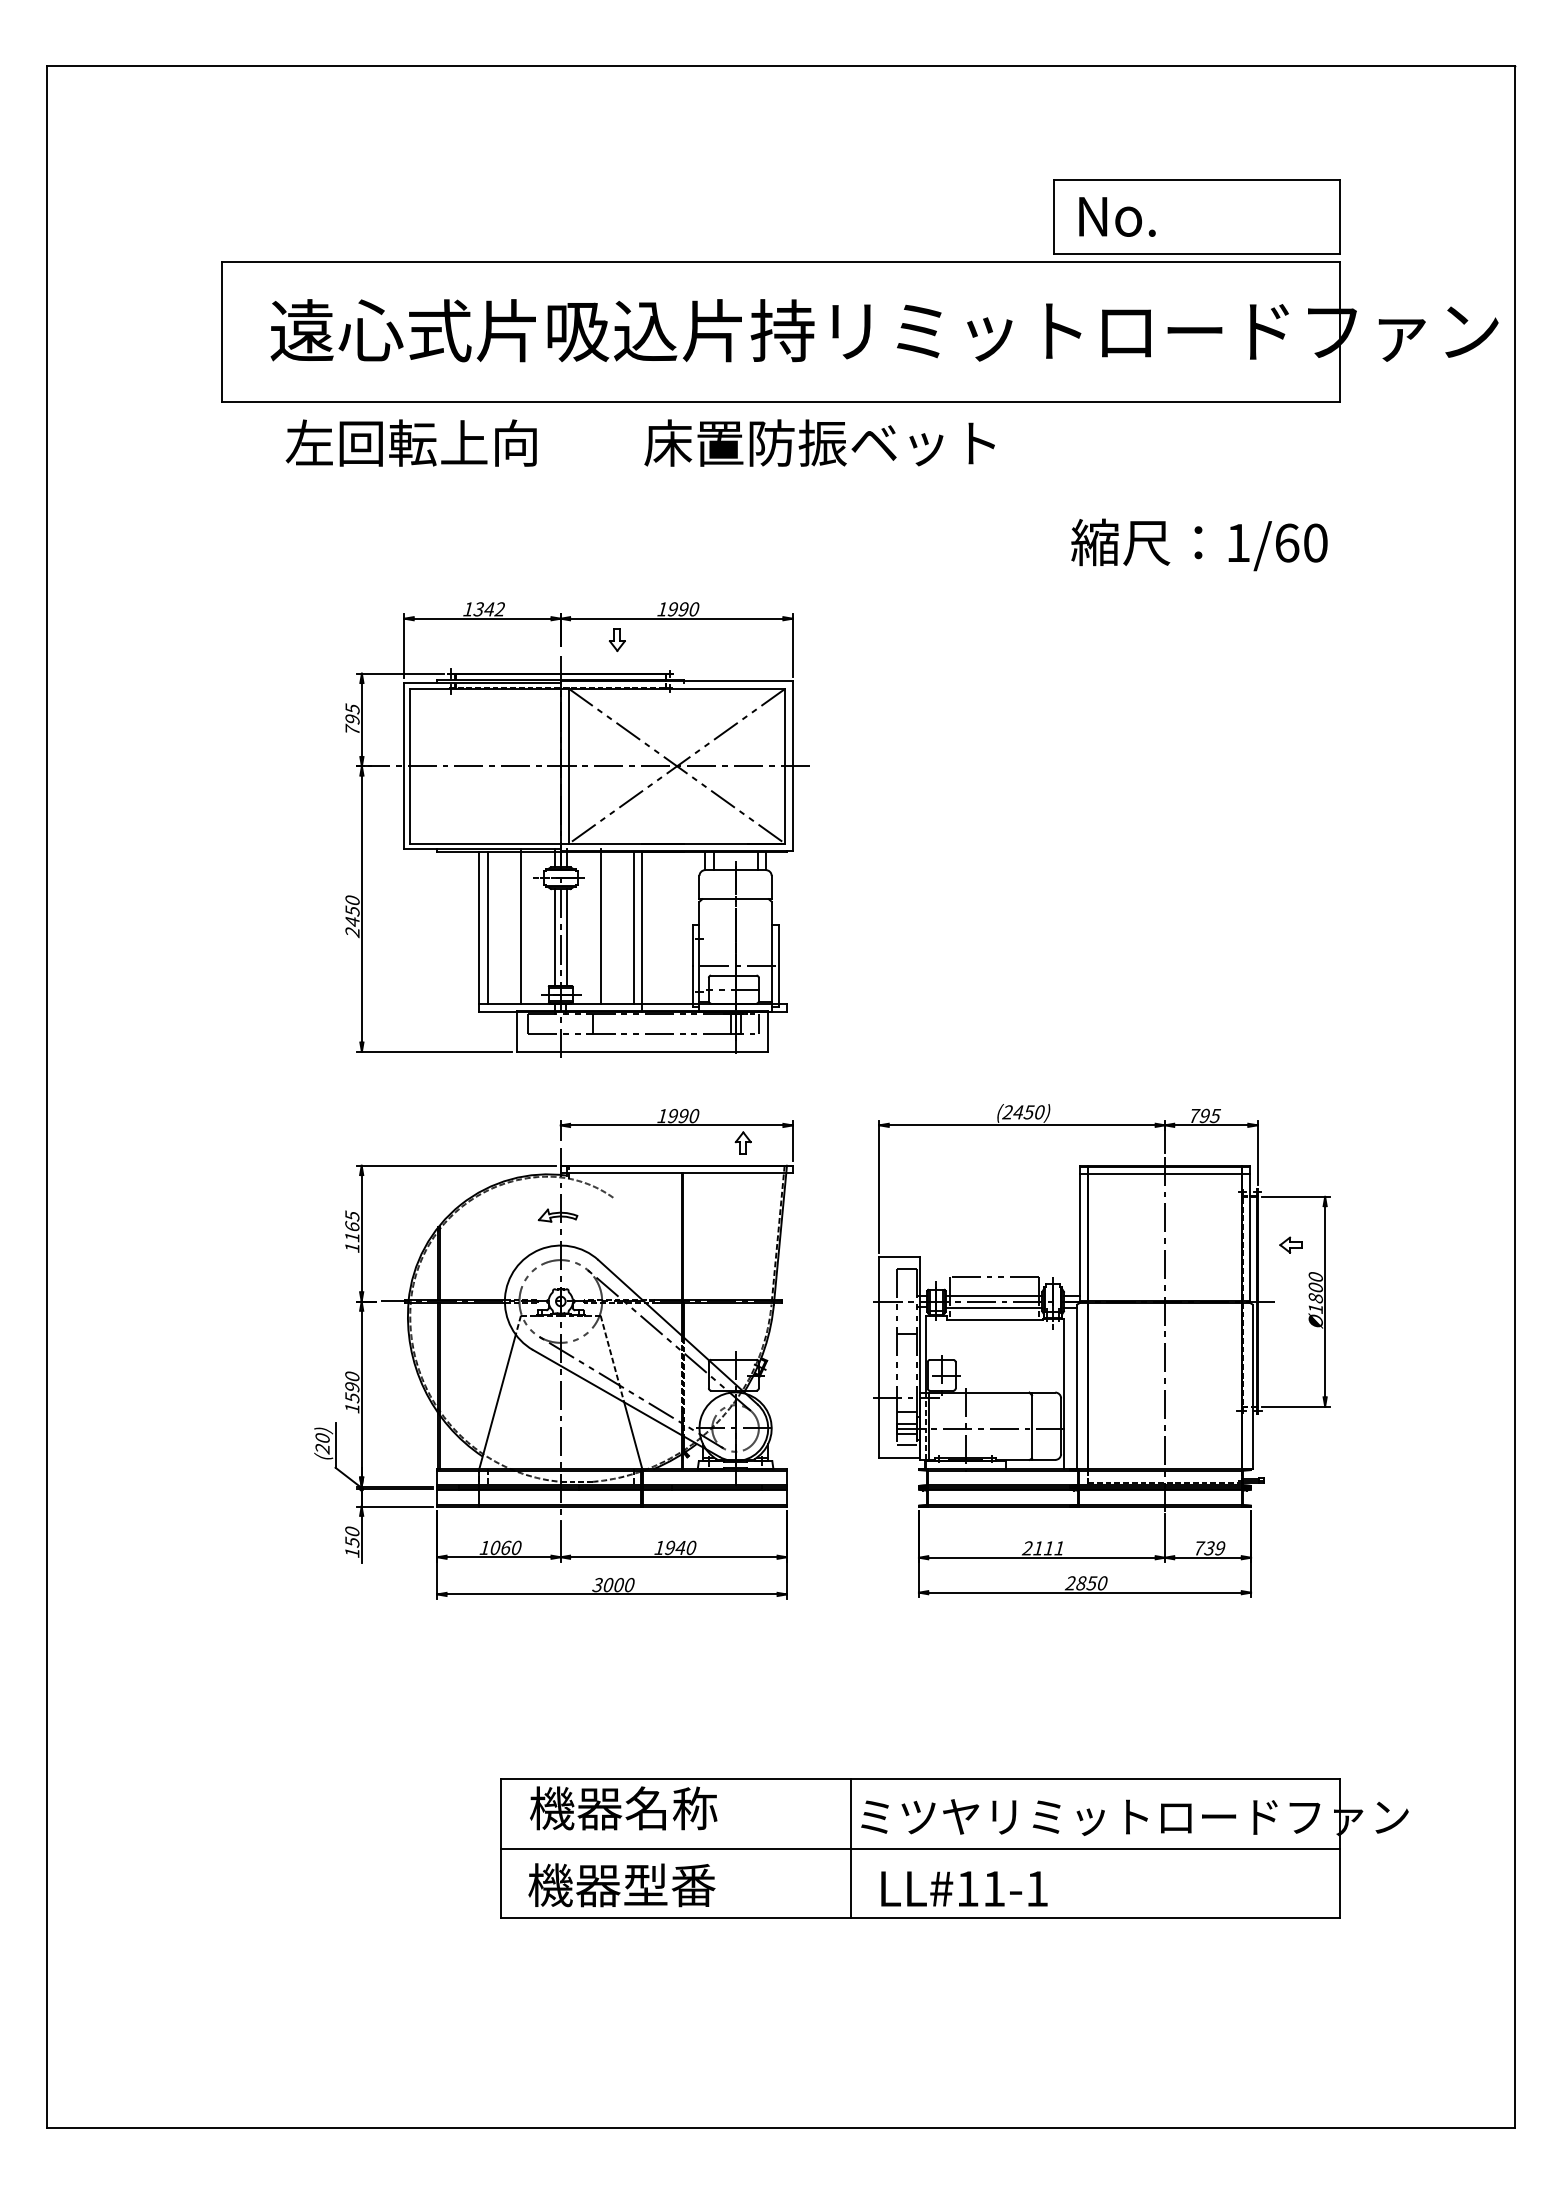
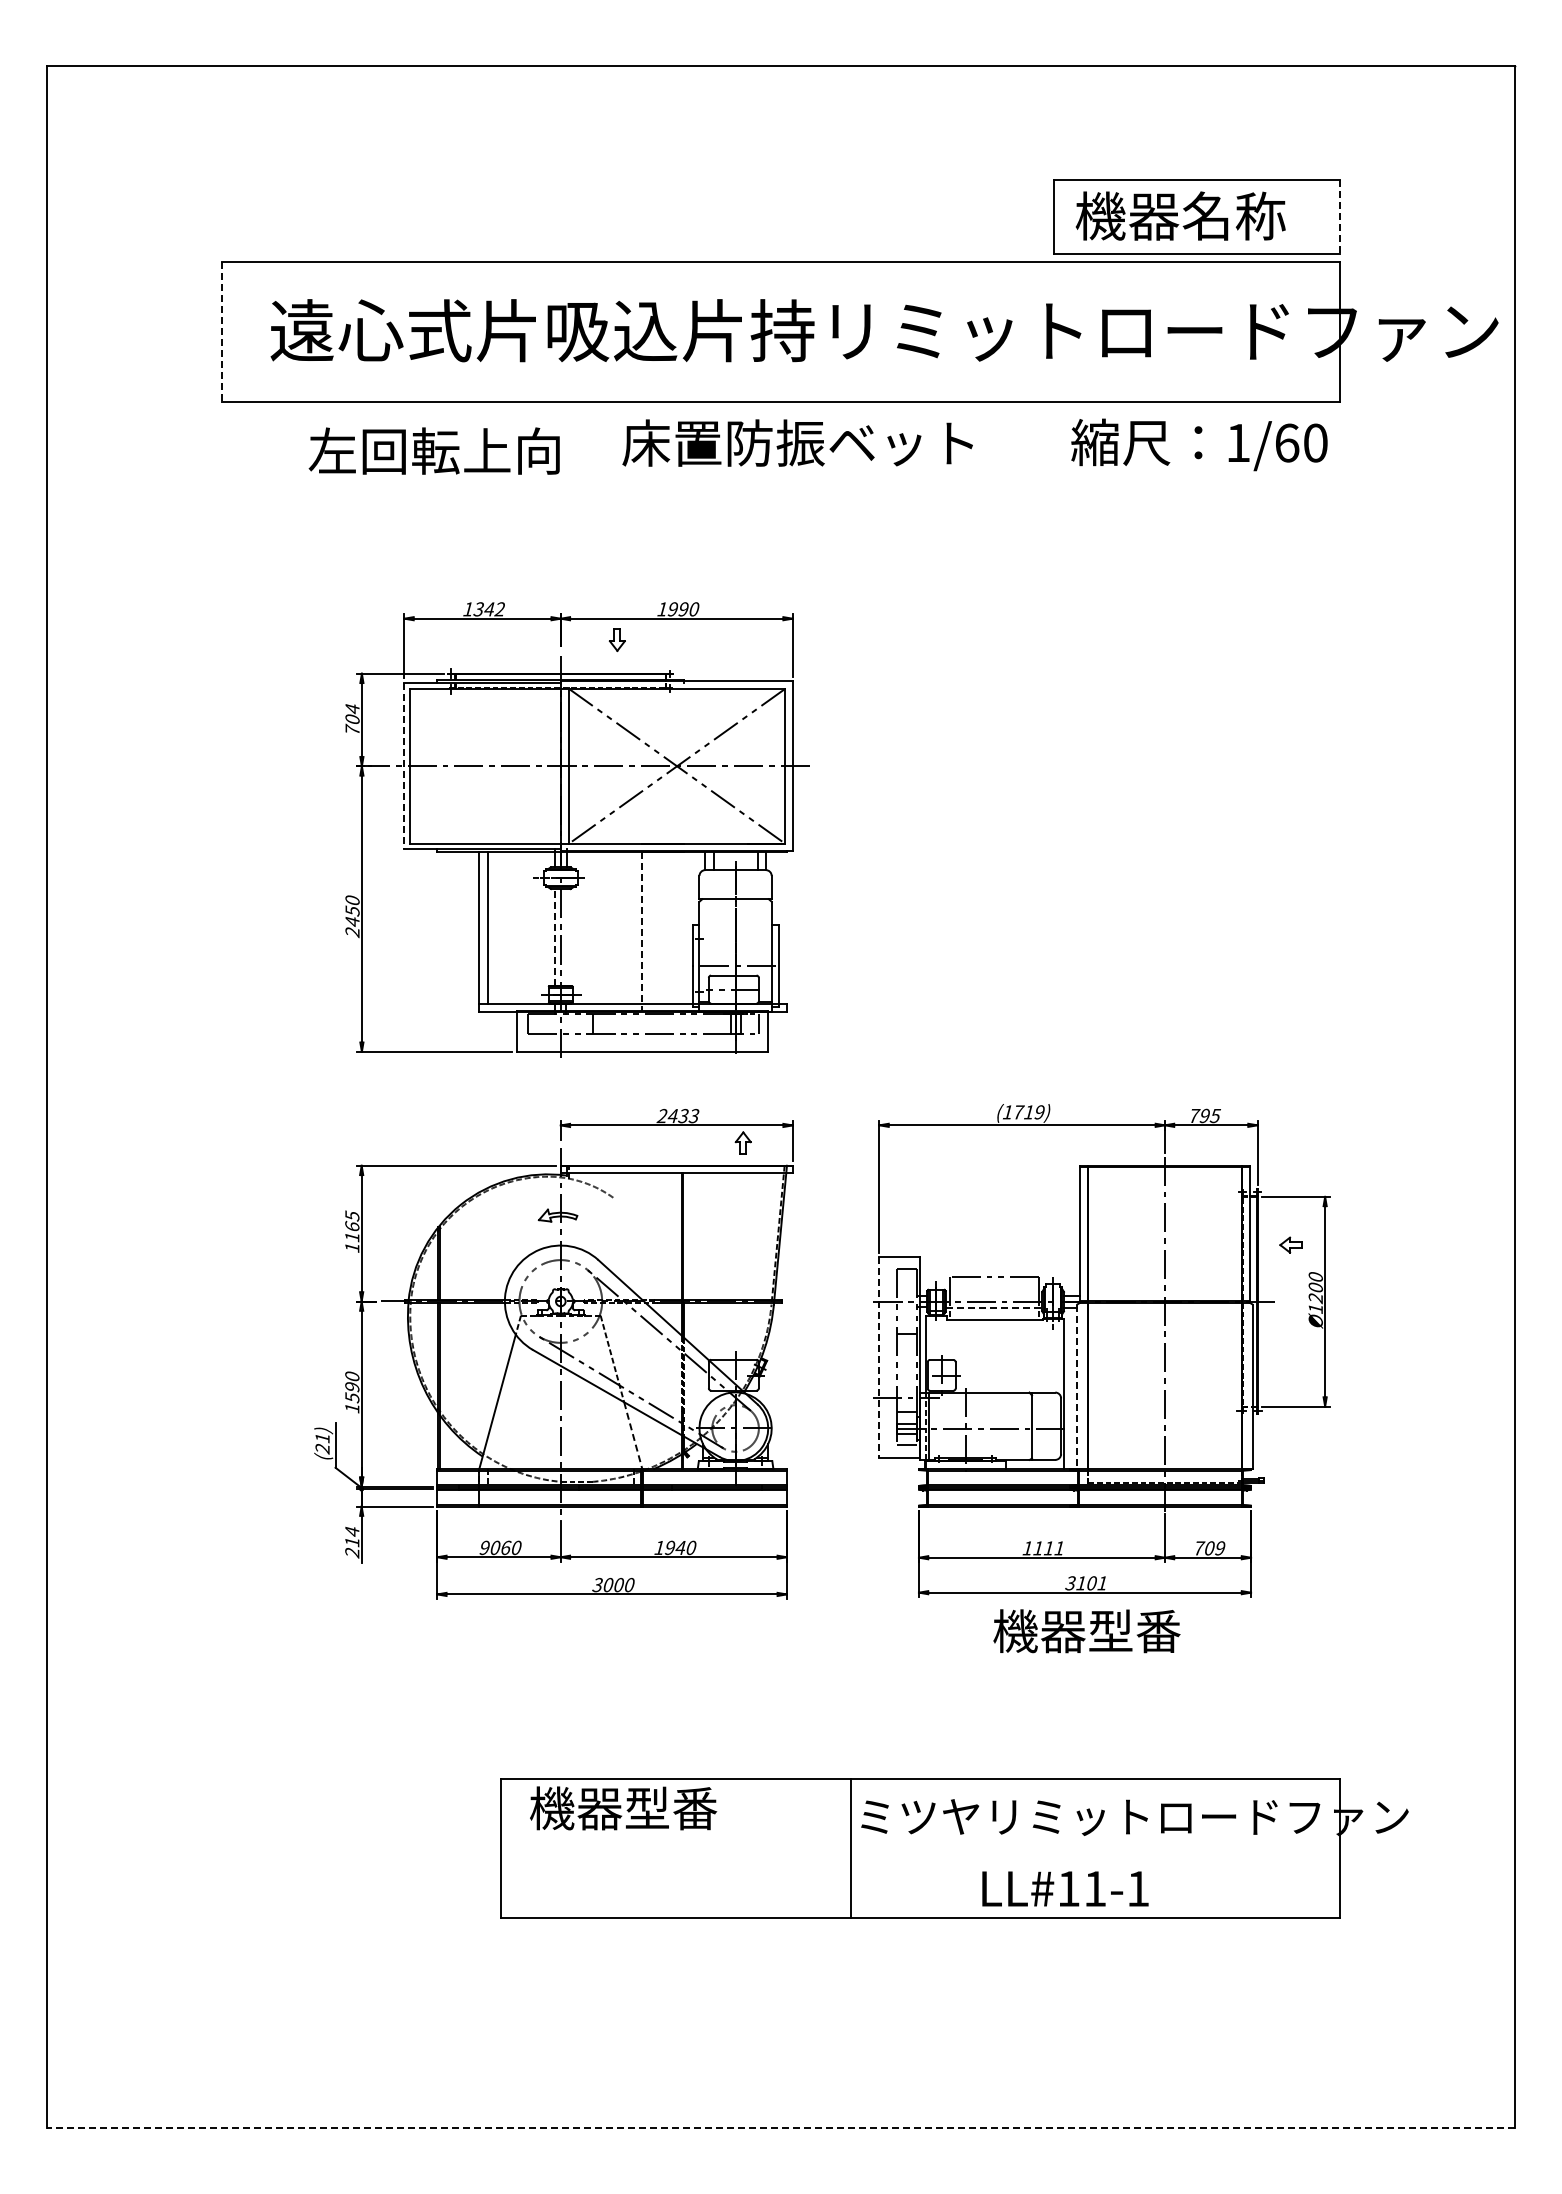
text at (1180, 215): No. -> 機器名称
line at (1340, 216): solid -> dashed
line at (221, 331): solid -> dashed
text at (410, 442) position: (410, 442) -> (433, 450)
text at (819, 442) position: (819, 442) -> (797, 442)
text at (1199, 544) position: (1199, 544) -> (1199, 444)
text at (352, 713): 795 -> 704
line at (404, 766): solid -> dashed
line at (520, 926): present -> none
line at (600, 926): present -> none
line at (633, 927): present -> none
line at (642, 932): solid -> dashed
line at (554, 936): solid -> dashed
line at (566, 937): present -> none
text at (1023, 1112): (2450) -> (1719)
text at (677, 1115): 1990 -> 2433
line at (1164, 1173): present -> none
line at (993, 1295): present -> none
text at (1315, 1298): Ø1800 -> Ø1200
line at (994, 1307): solid -> dashed
line at (879, 1358): solid -> dashed
line at (1077, 1387): solid -> dashed
line at (633, 1435): solid -> dashed
text at (322, 1438): (20) -> (21)
text at (352, 1542): 150 -> 214
text at (484, 1547): 1060 -> 9060
text at (1026, 1548): 2111 -> 1111
text at (1209, 1548): 739 -> 709
text at (1086, 1583): 2850 -> 3101
text at (671, 1808): 機器名称 -> 機器型番
line at (920, 1848): present -> none
text at (621, 1885) position: (621, 1885) -> (1086, 1631)
text at (964, 1888) position: (964, 1888) -> (1065, 1888)
line at (780, 2128): solid -> dashed
